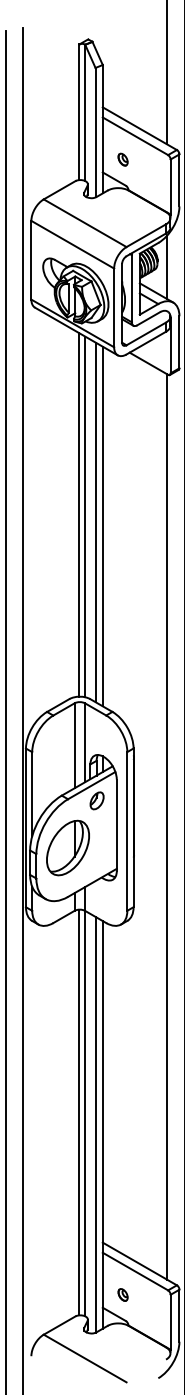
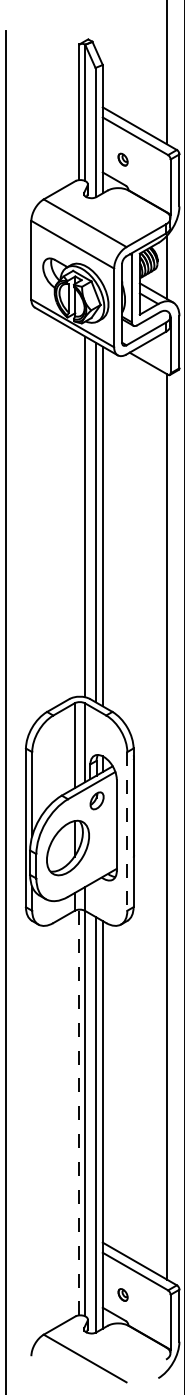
line at (79, 514): present -> none
line at (23, 709): present -> none
line at (127, 831): solid -> dashed
line at (79, 1112): solid -> dashed
